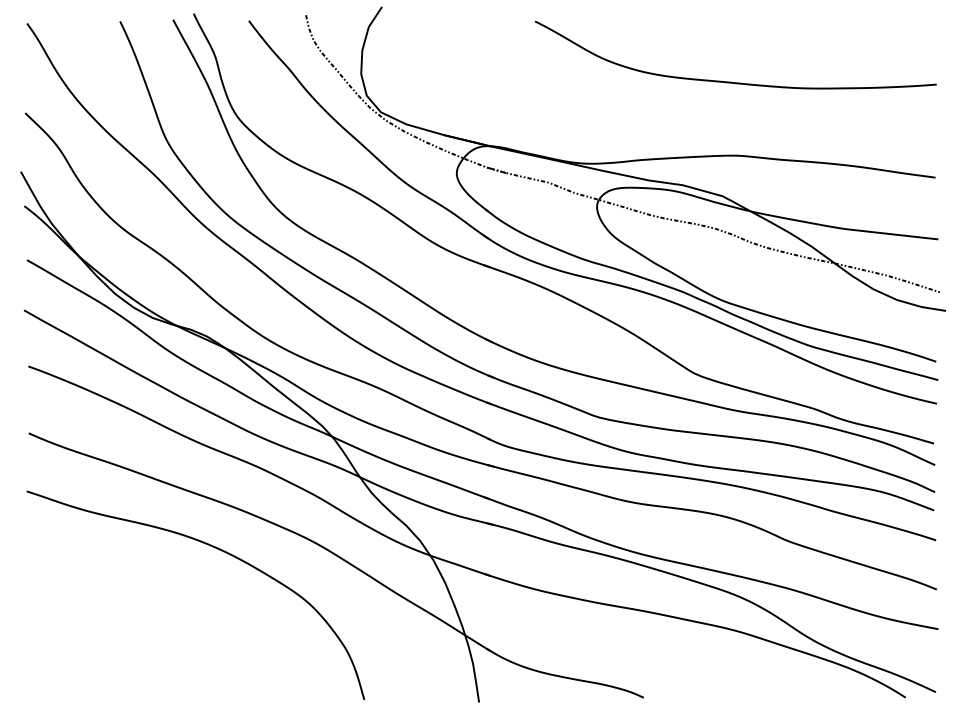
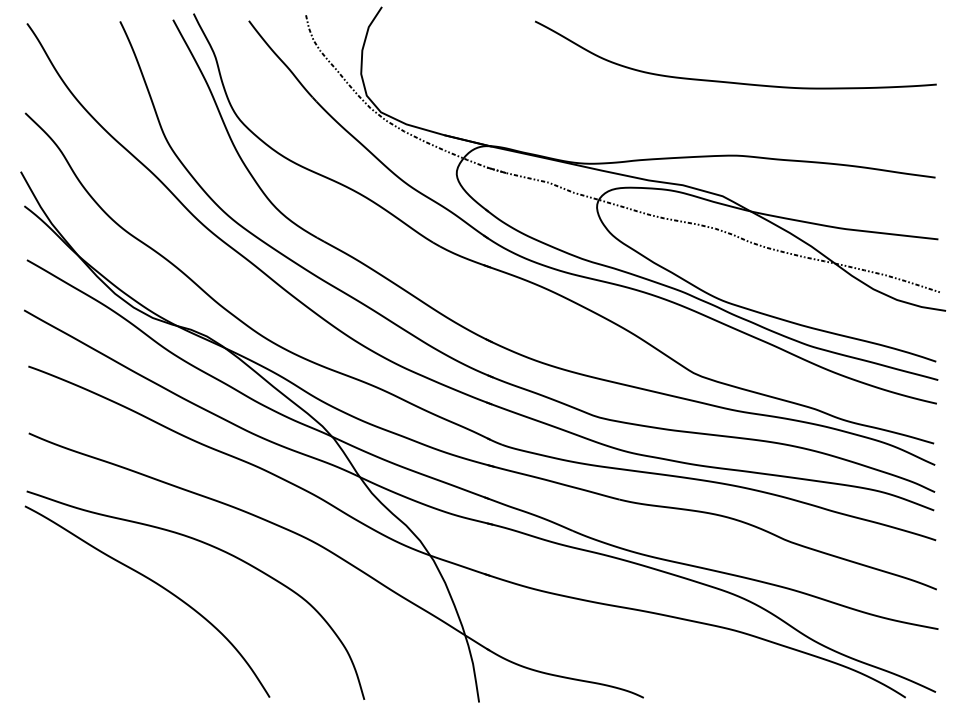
curve at (157, 585): none -> present
